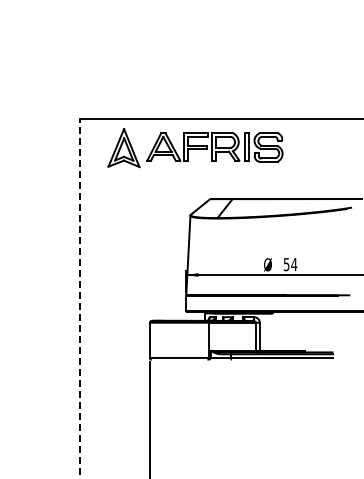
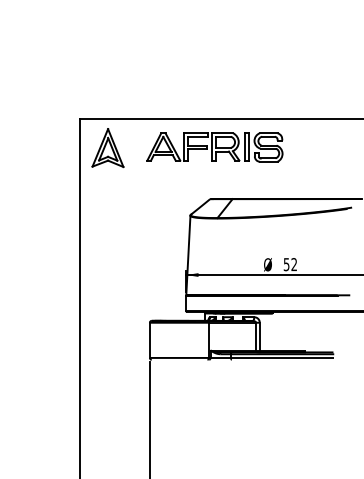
part at (123, 148) position: (123, 148) -> (107, 148)
text at (294, 264): 54 -> 52
line at (80, 298): dashed -> solid
